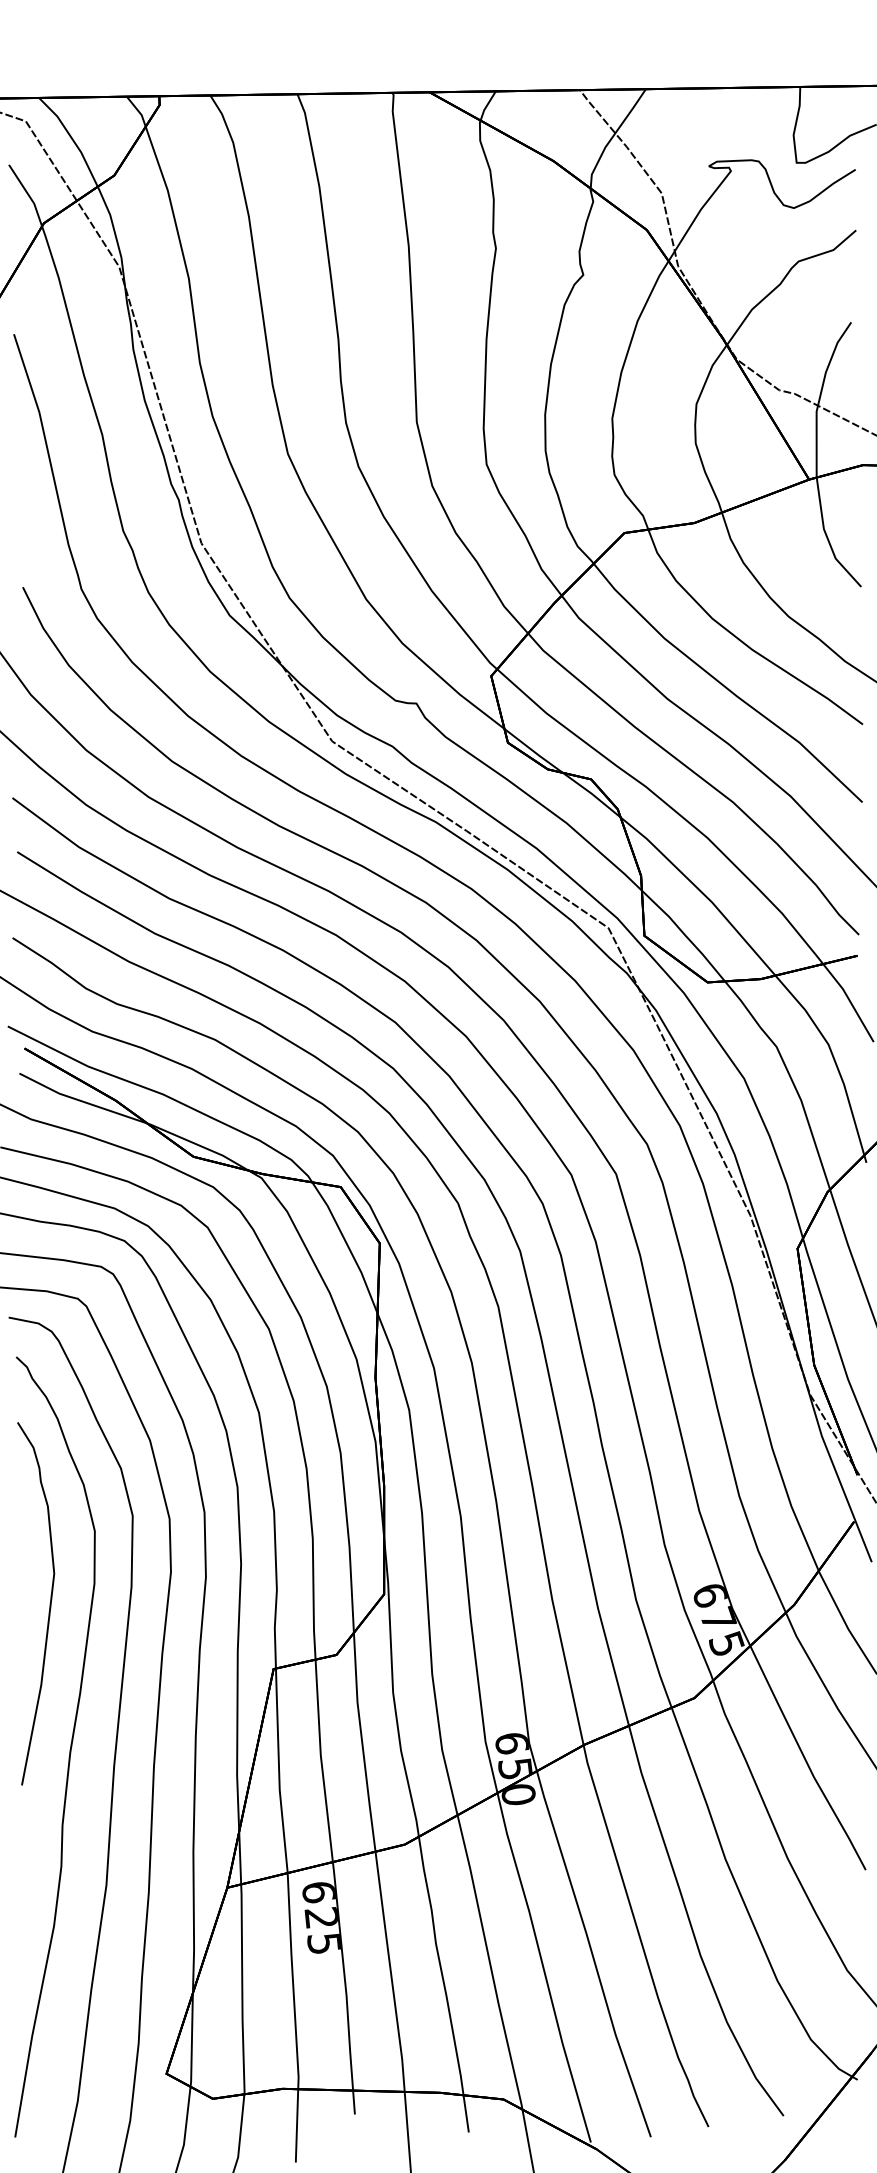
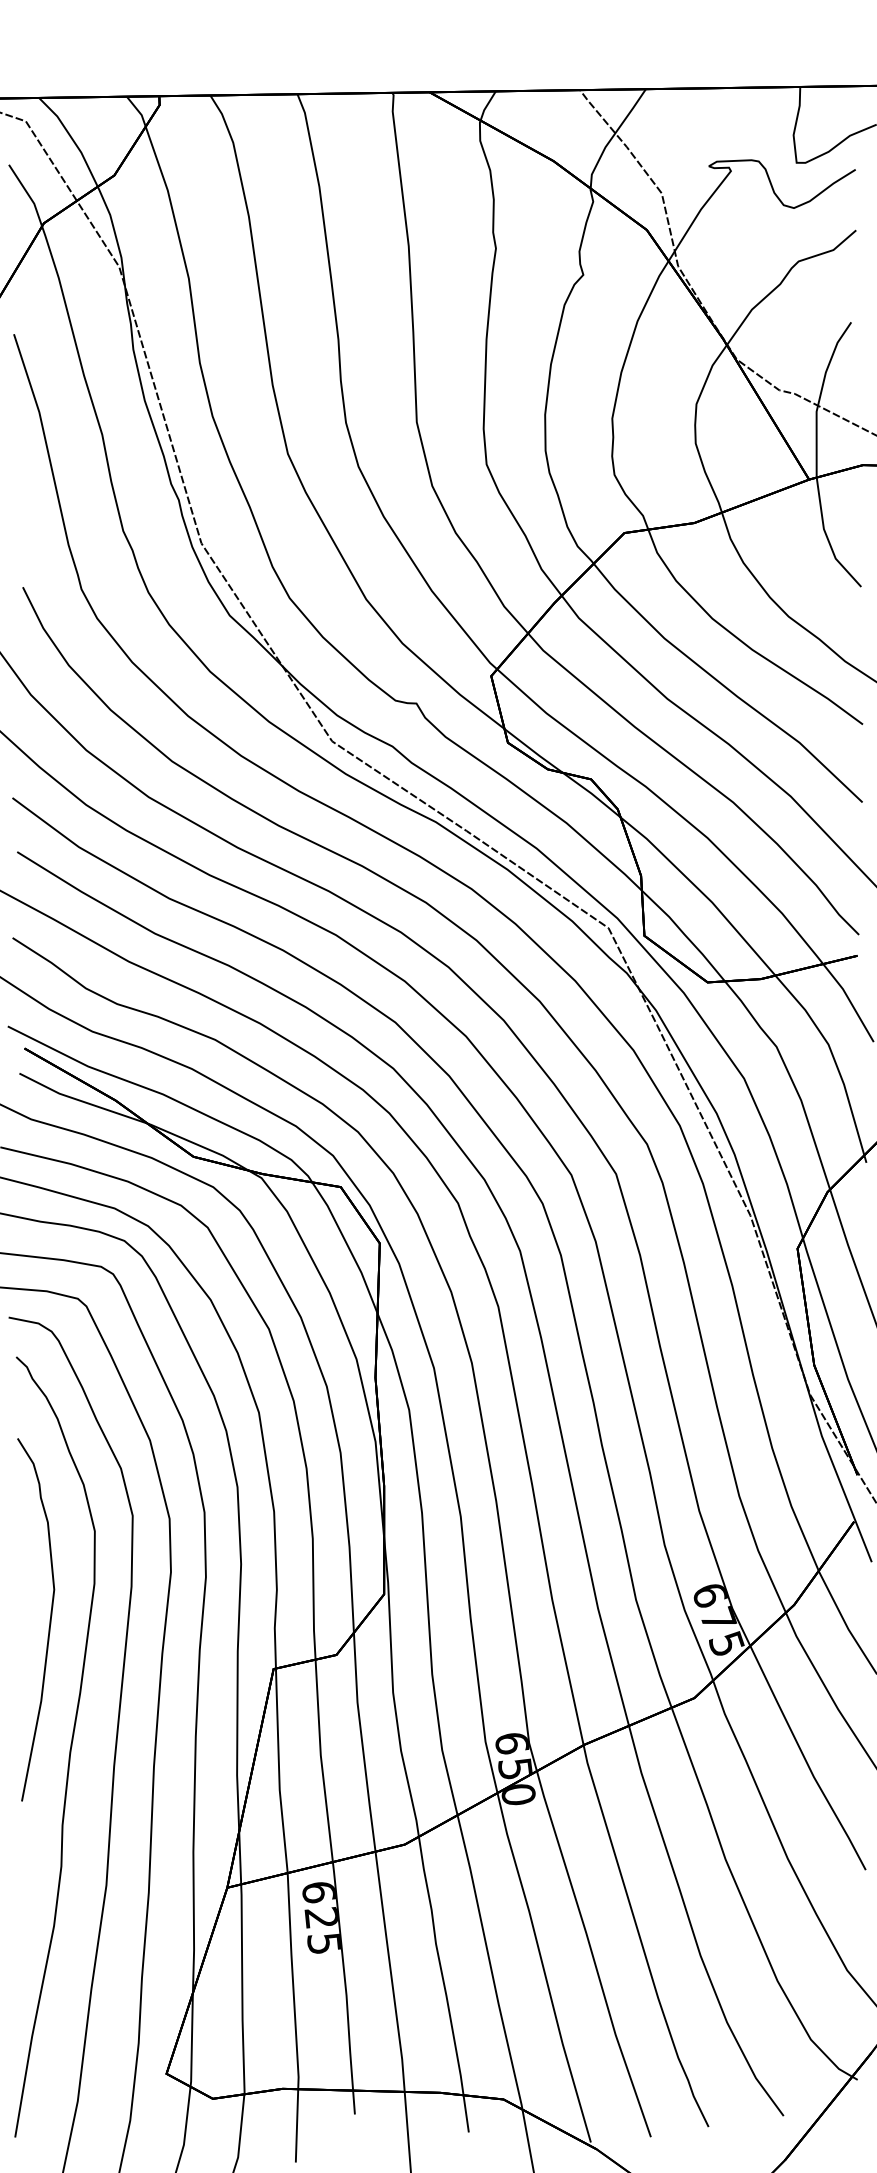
curve at (49, 1603) position: (49, 1603) -> (49, 1619)
